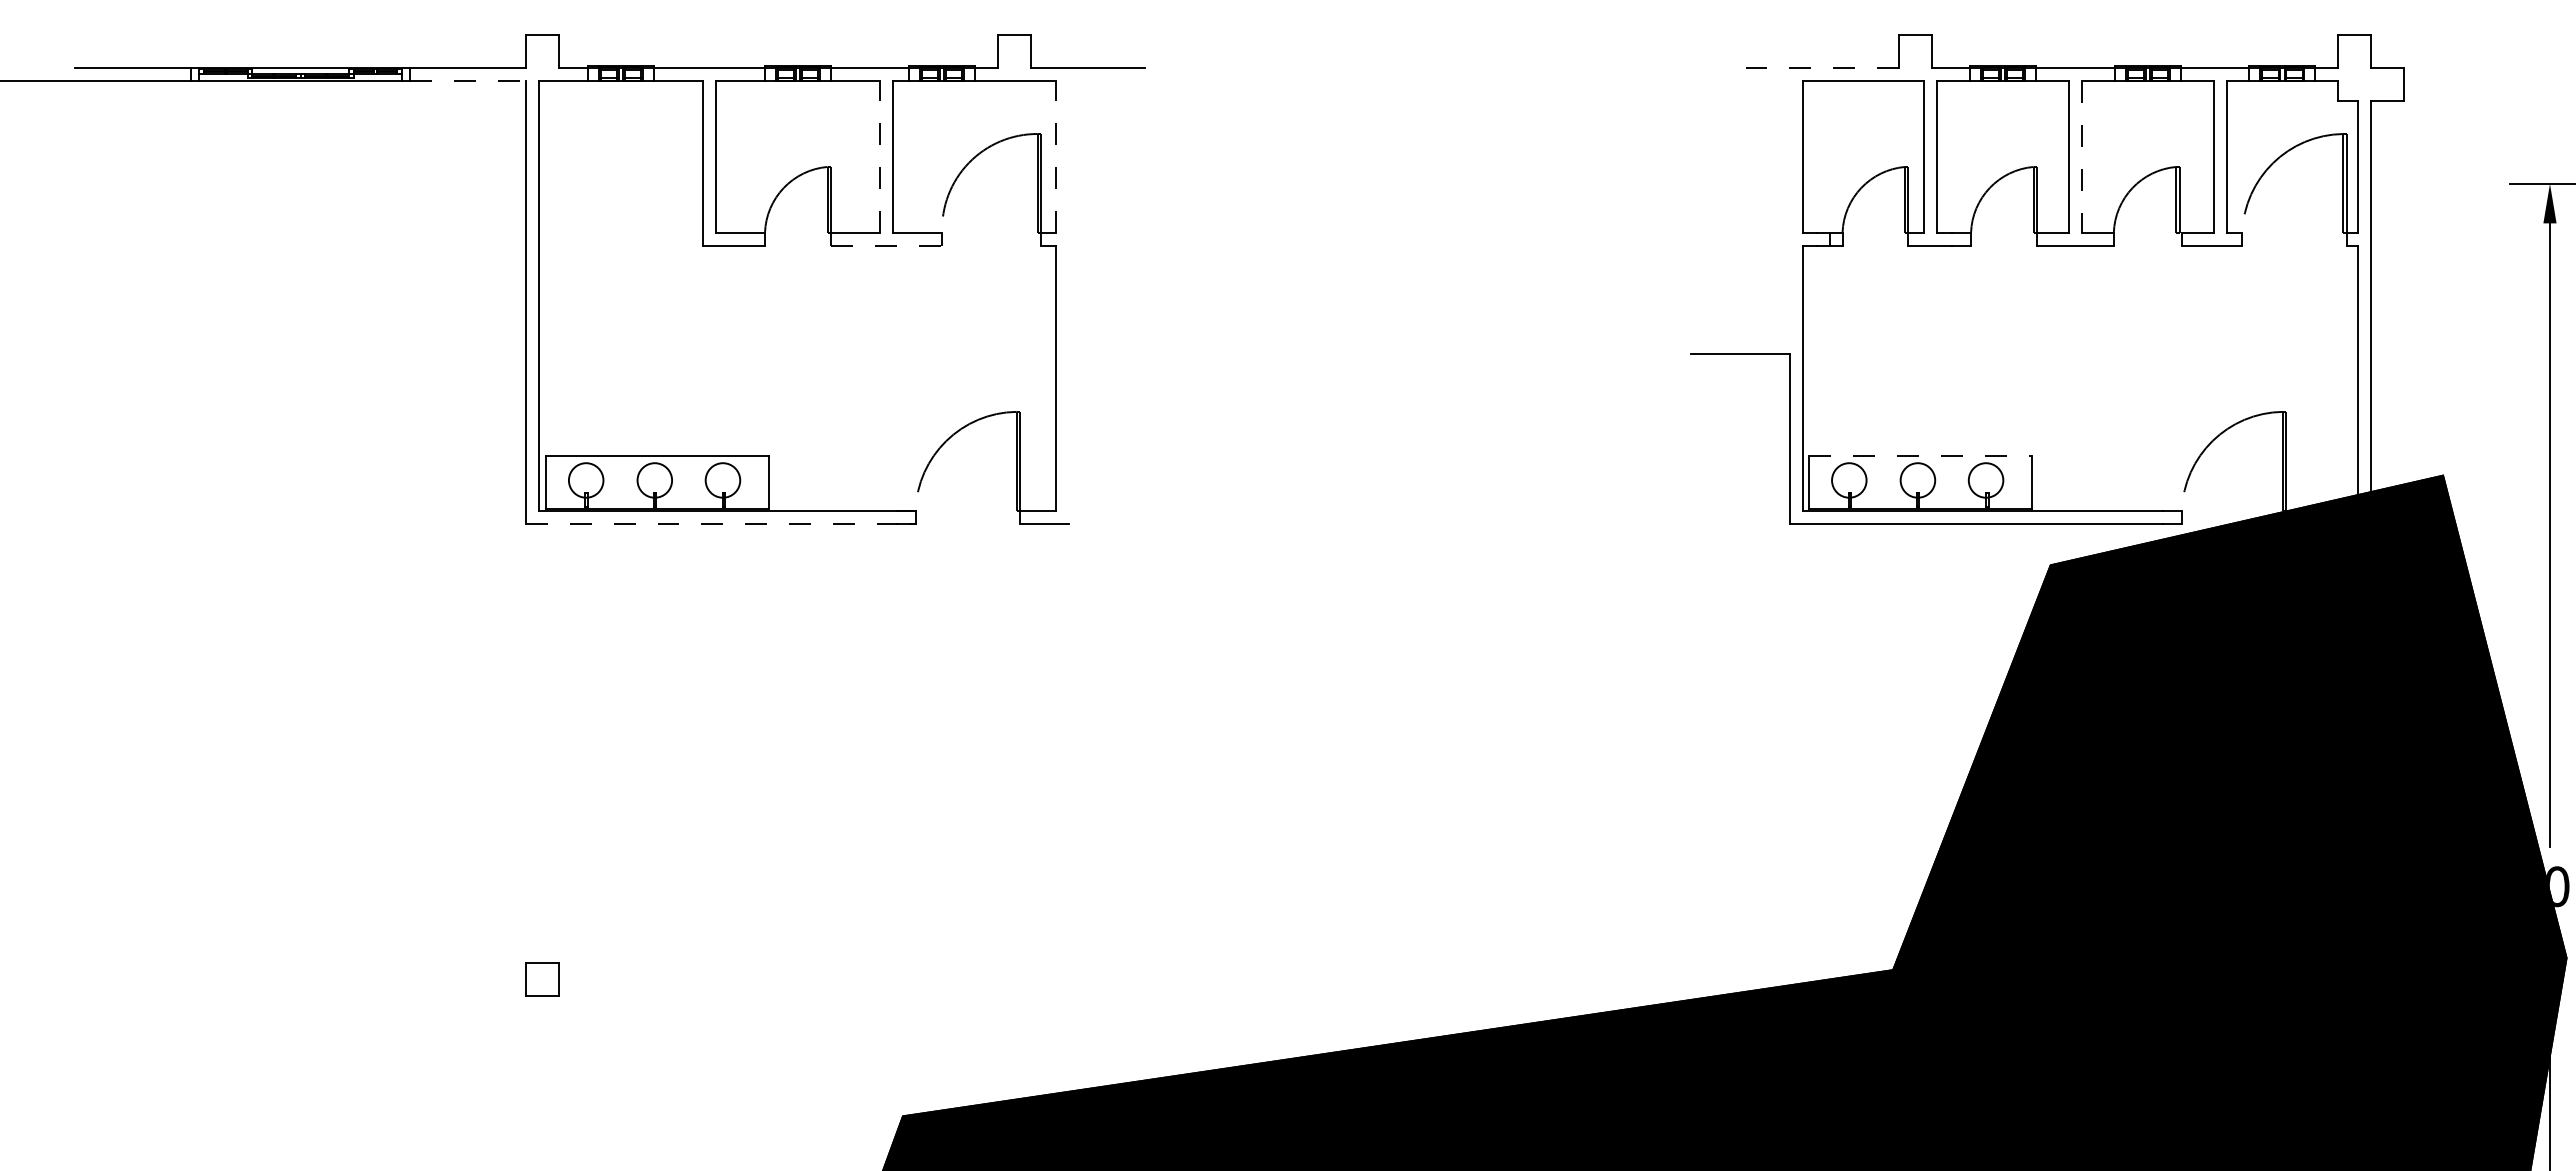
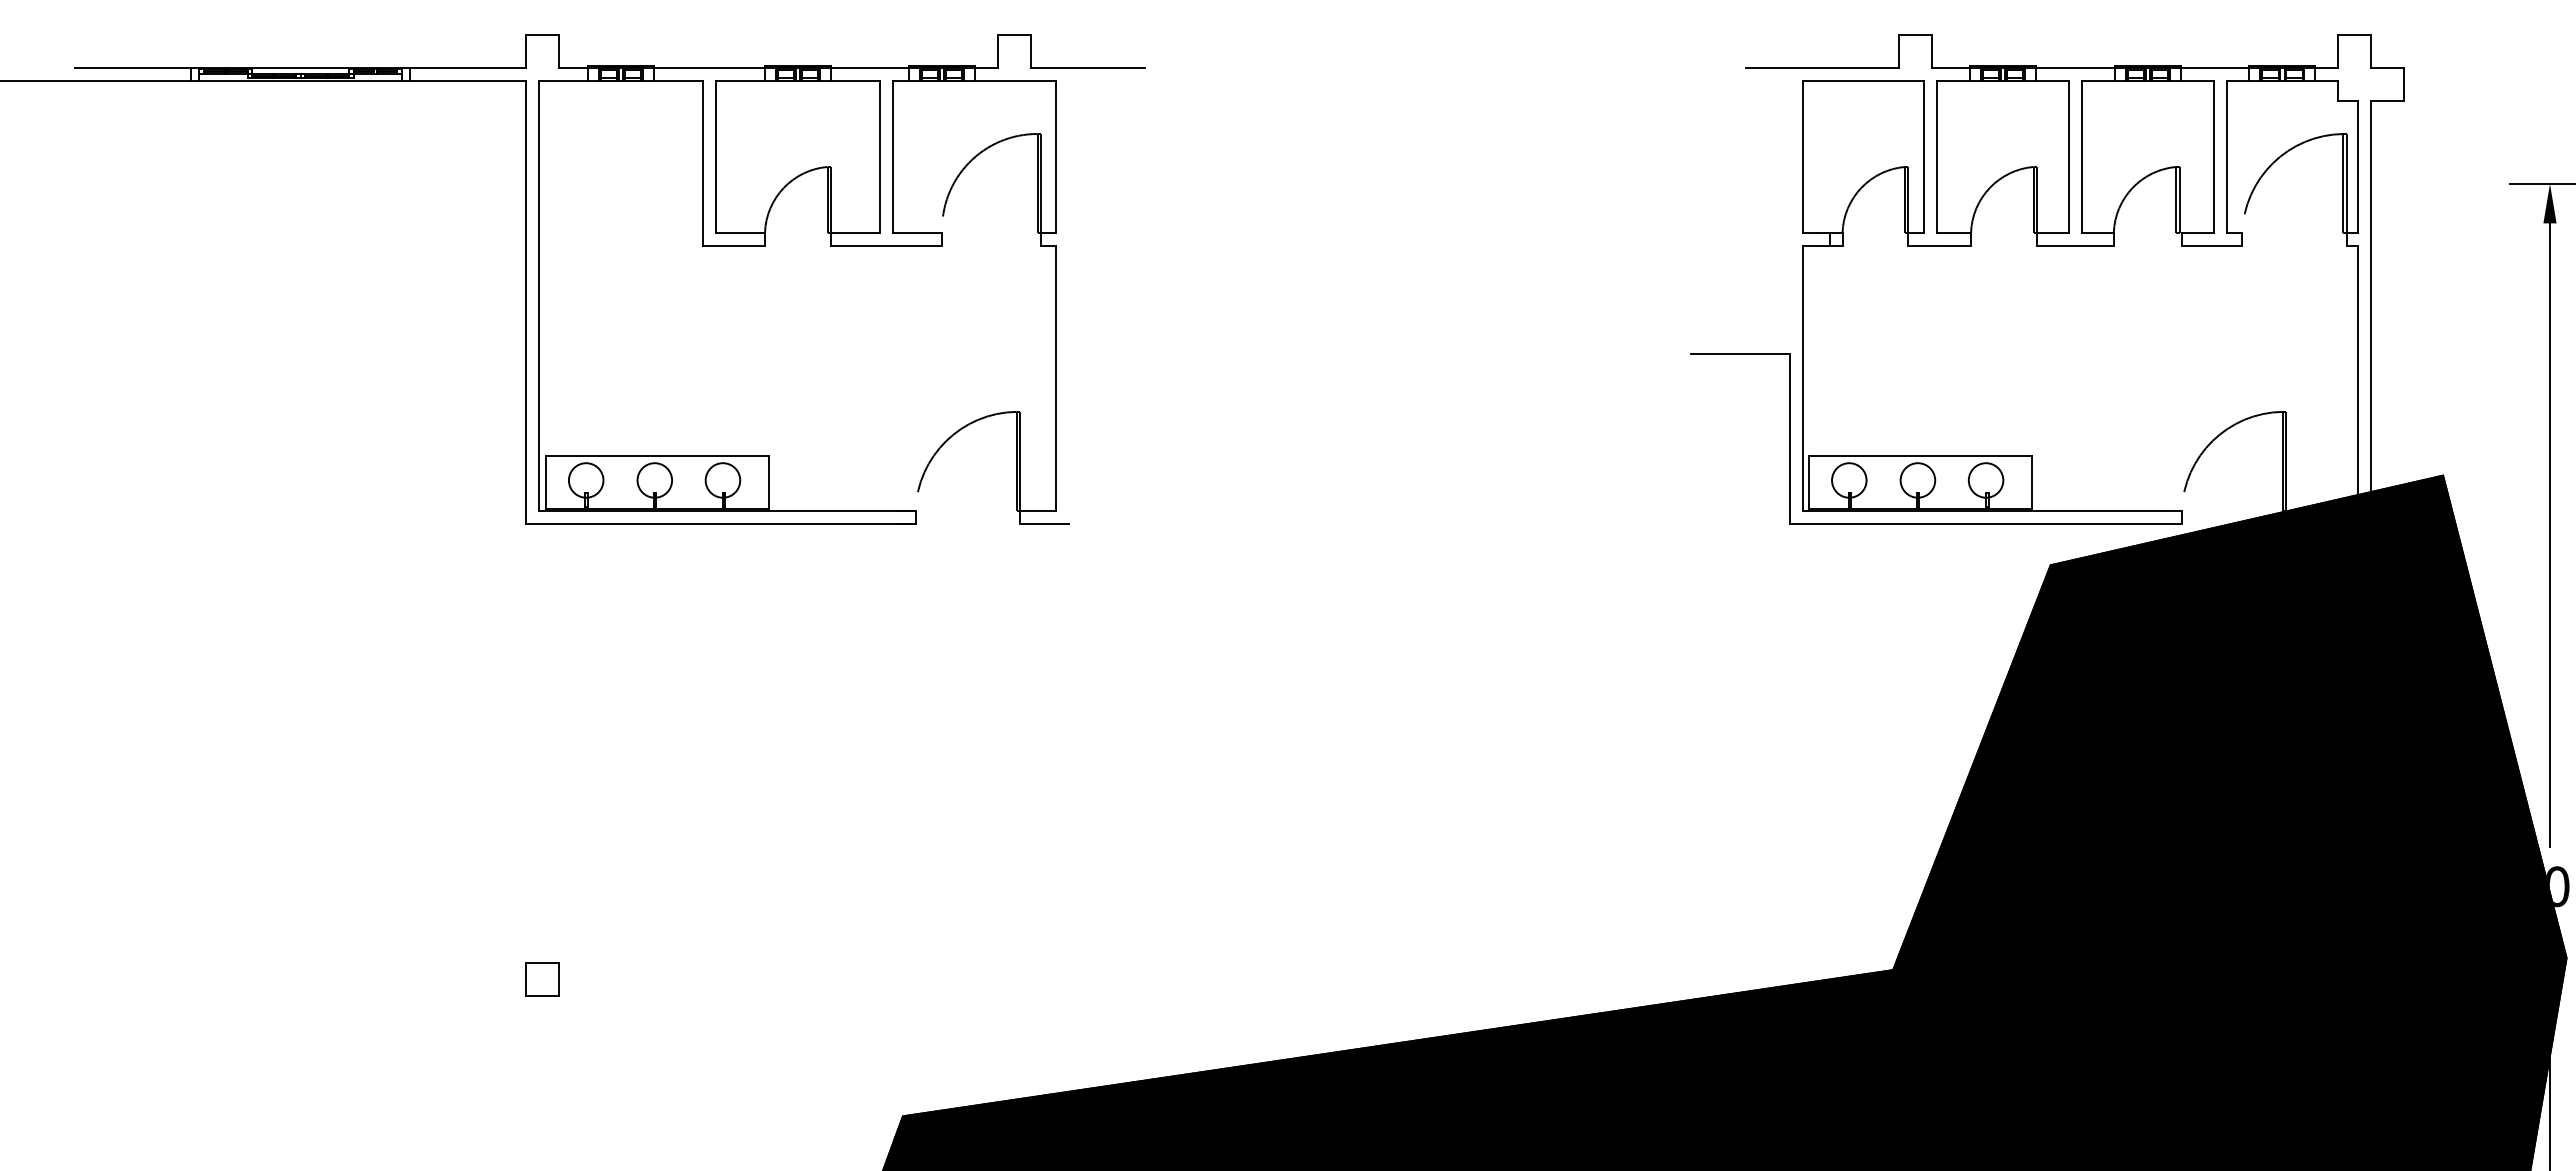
line at (1821, 68): dashed -> solid
line at (468, 81): dashed -> solid
line at (879, 157): dashed -> solid
line at (1056, 157): dashed -> solid
line at (2081, 157): dashed -> solid
line at (886, 246): dashed -> solid
line at (1920, 455): dashed -> solid
line at (718, 523): dashed -> solid
